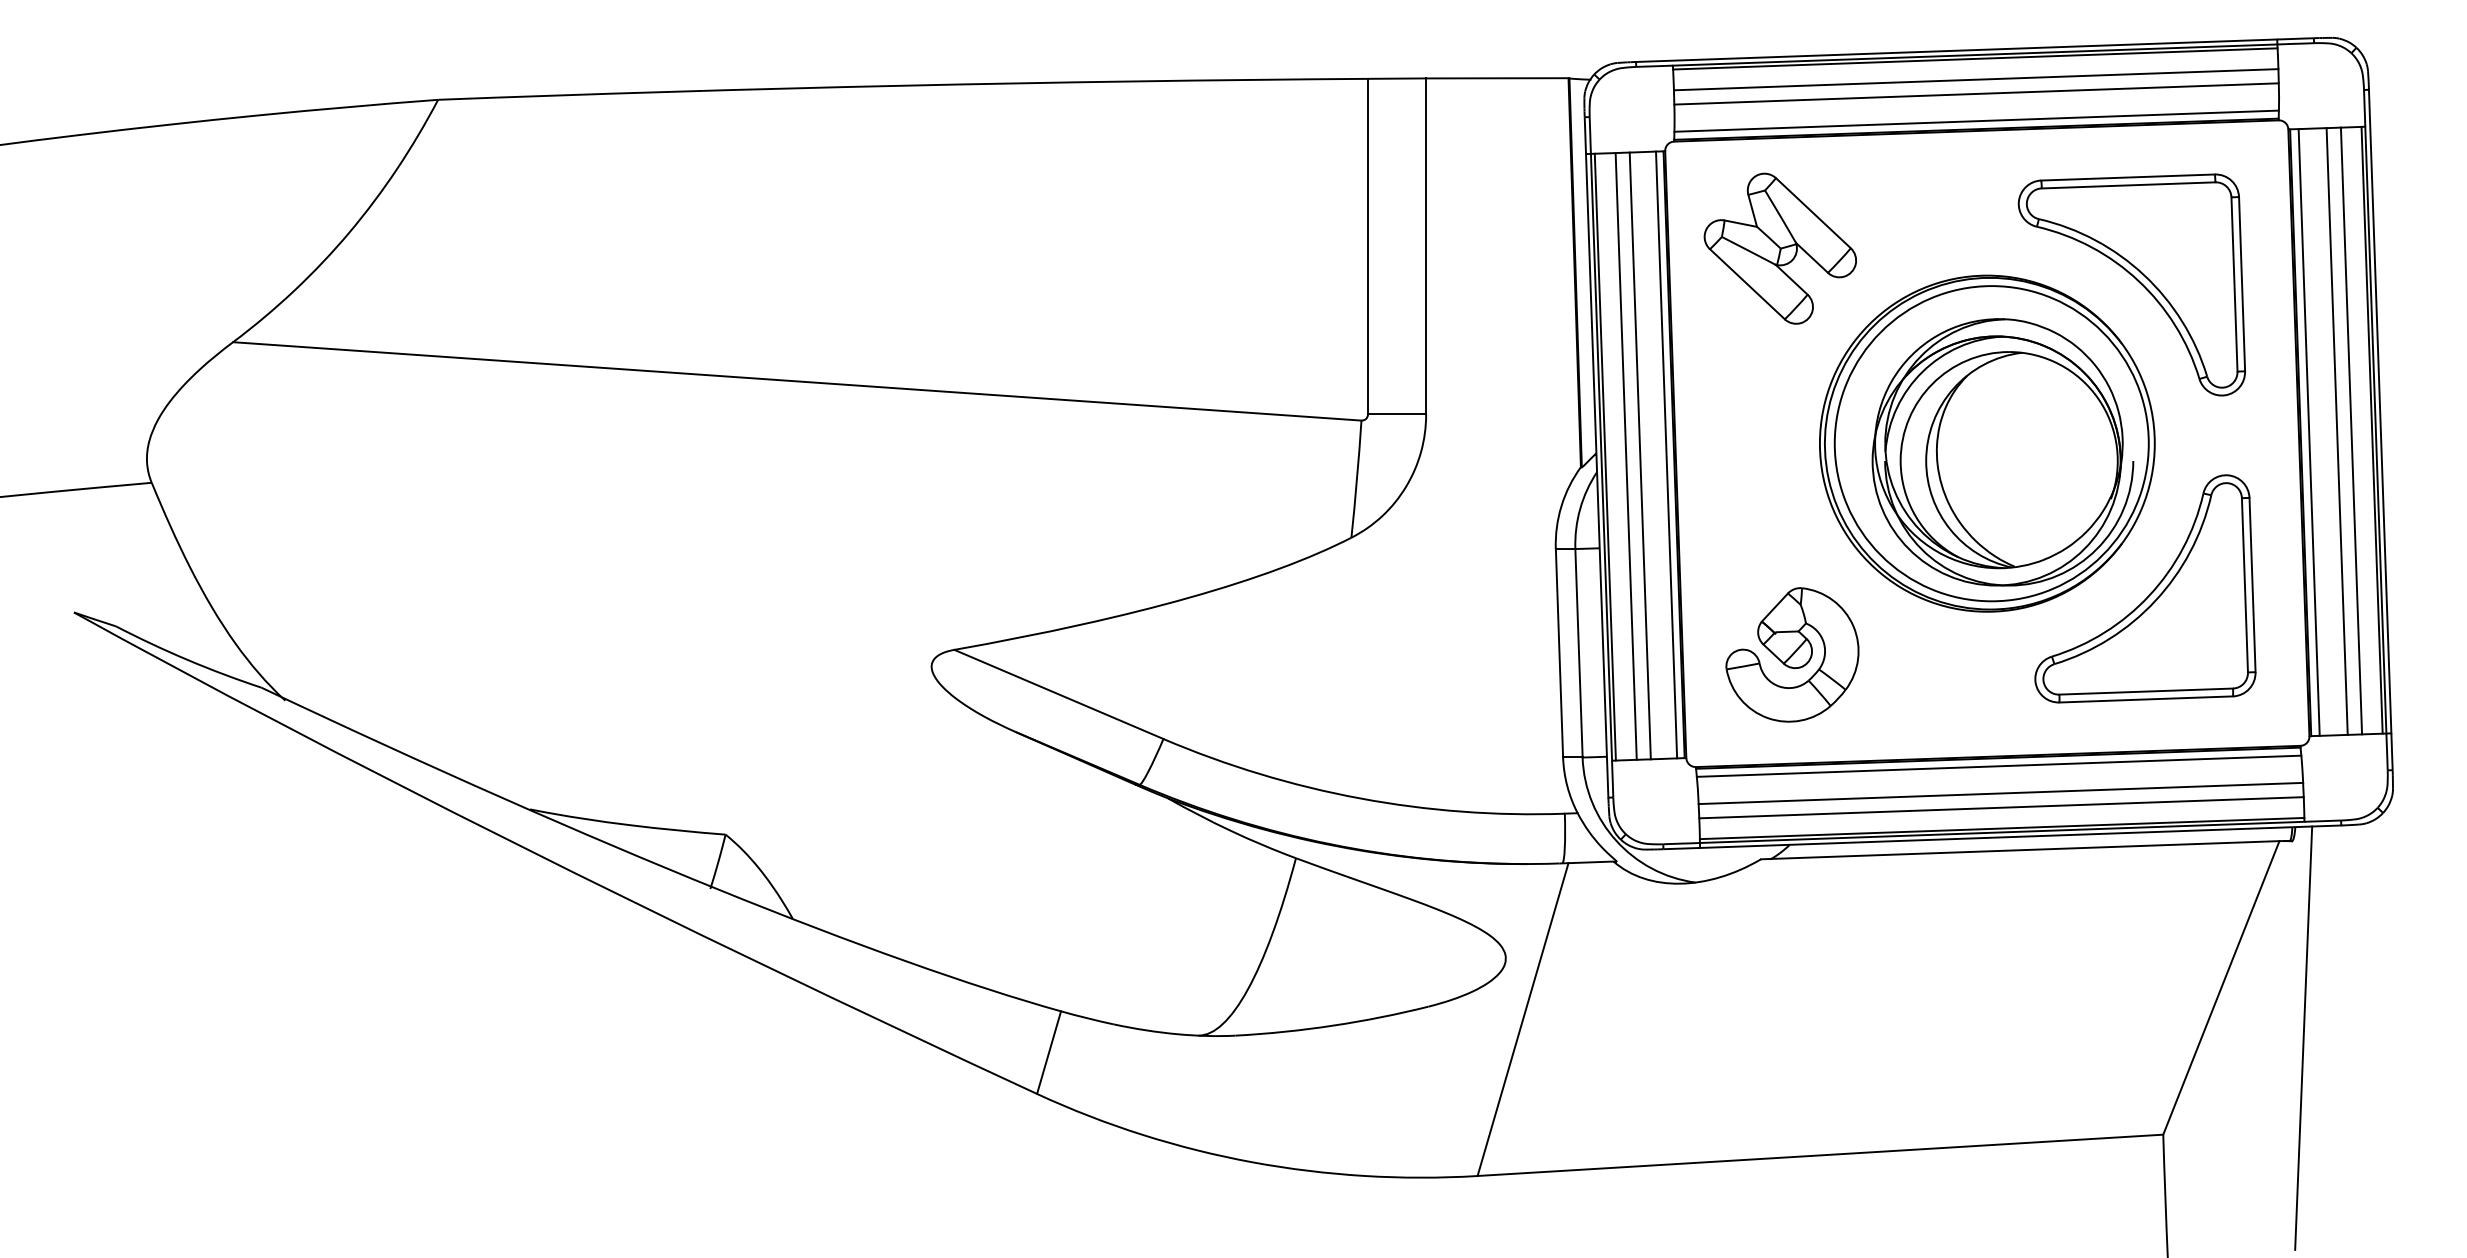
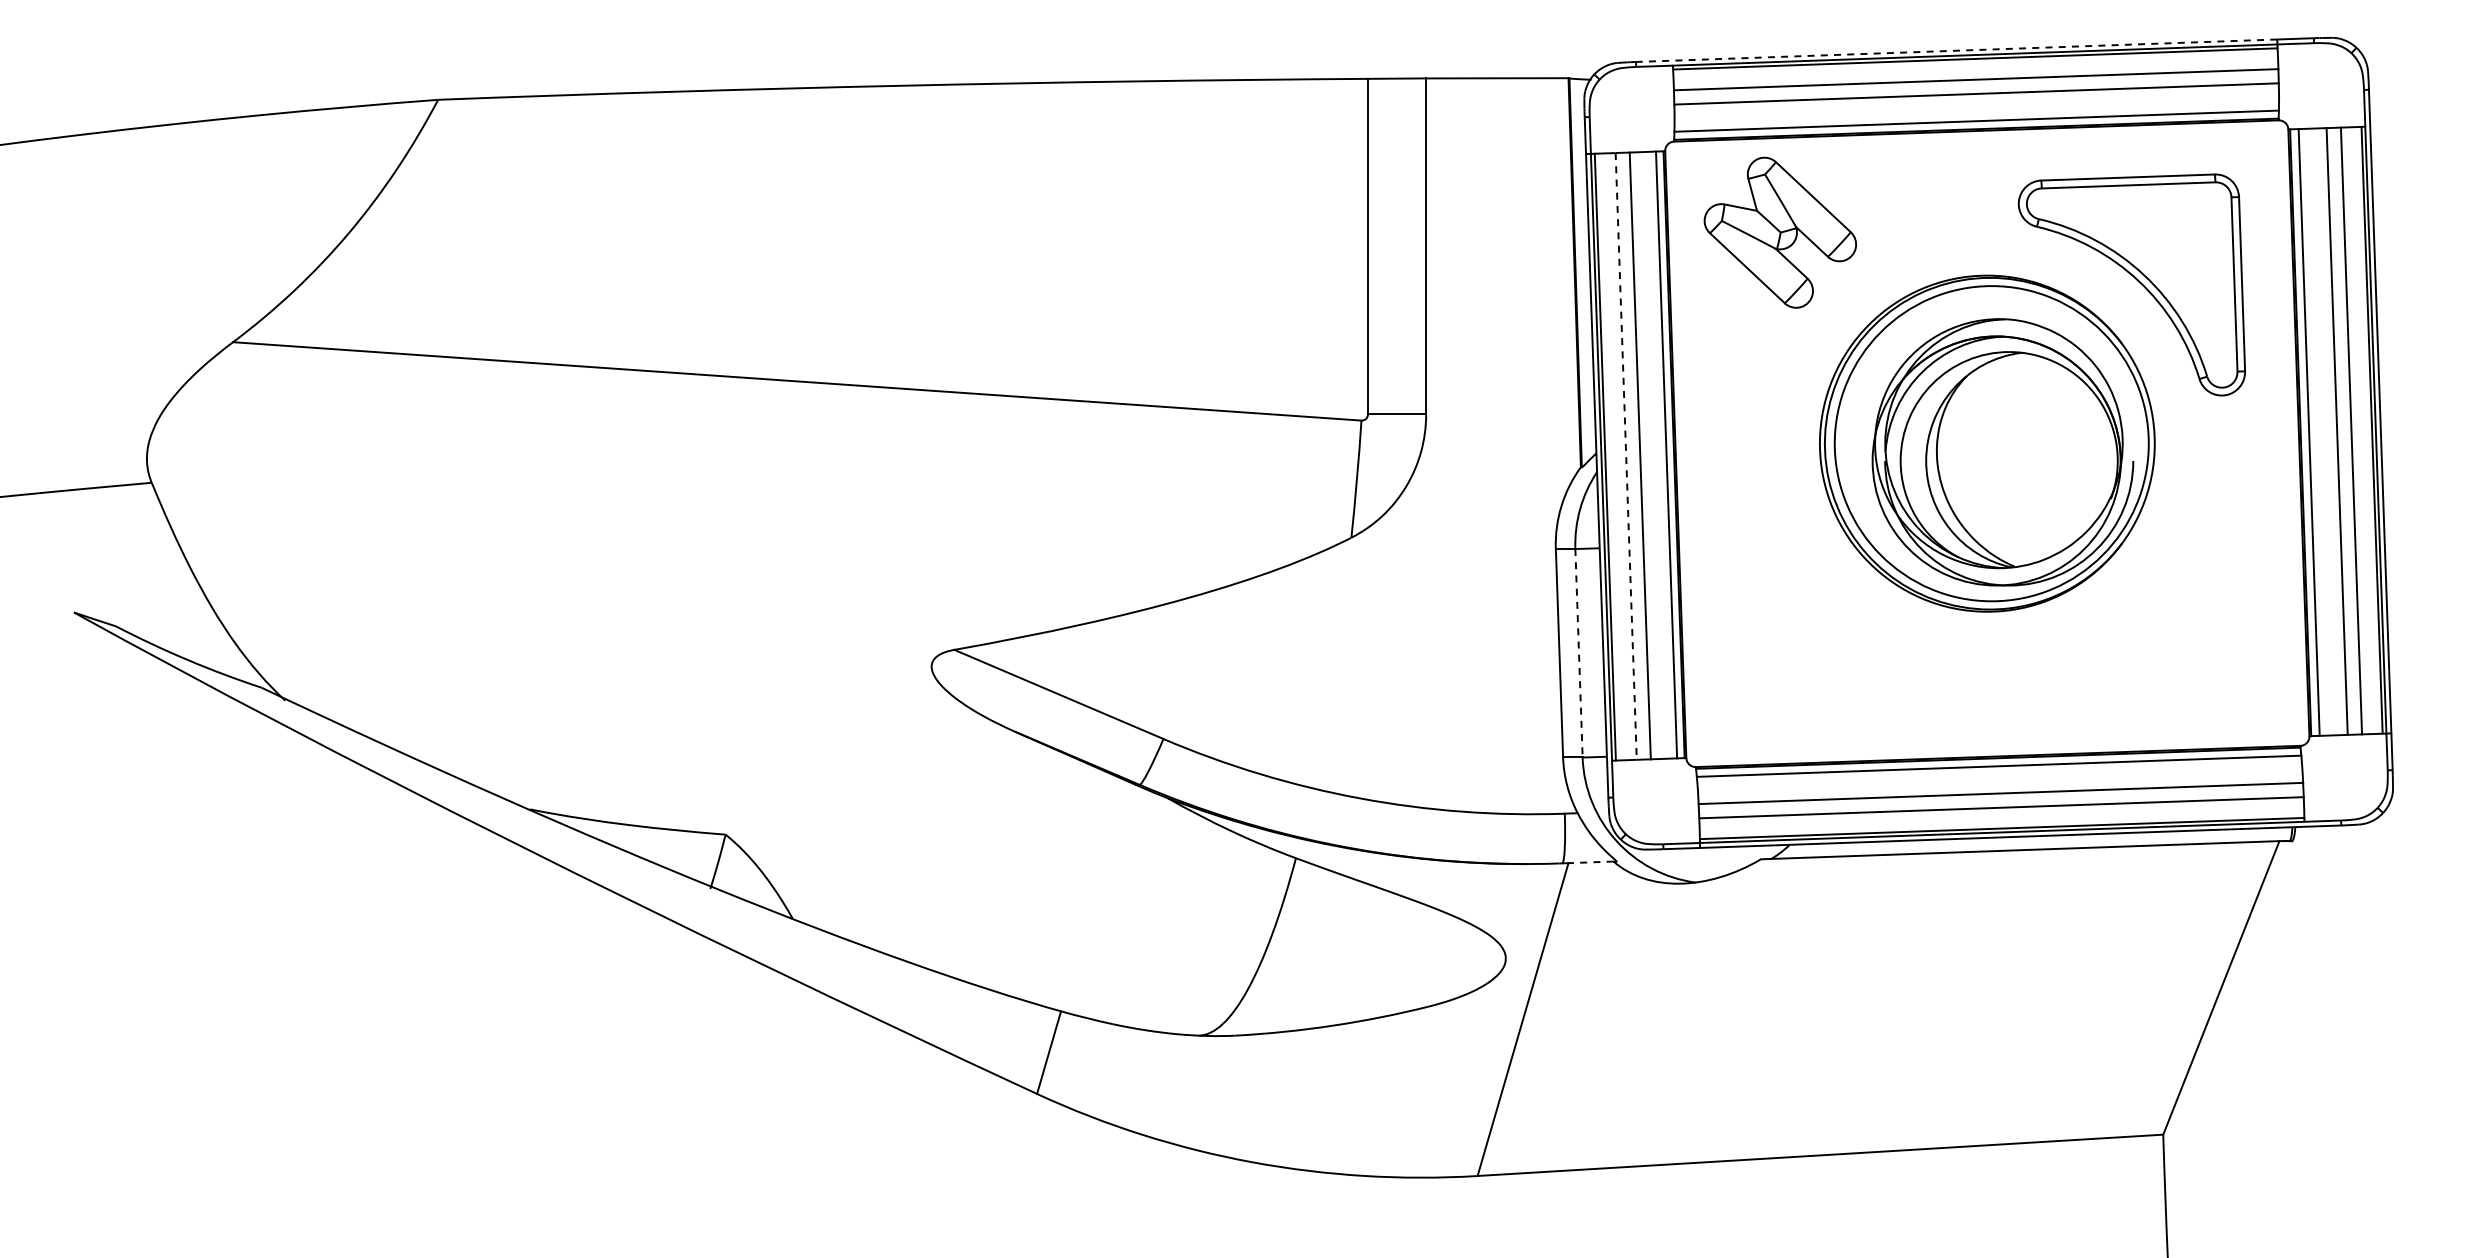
line at (1956, 50): solid -> dashed
part at (1779, 248) position: (1779, 248) -> (1779, 232)
line at (1626, 456): solid -> dashed
part at (2150, 592): present -> none
line at (1579, 653): solid -> dashed
part at (1792, 654): present -> none
line at (1591, 862): solid -> dashed
line at (2303, 1037): present -> none
